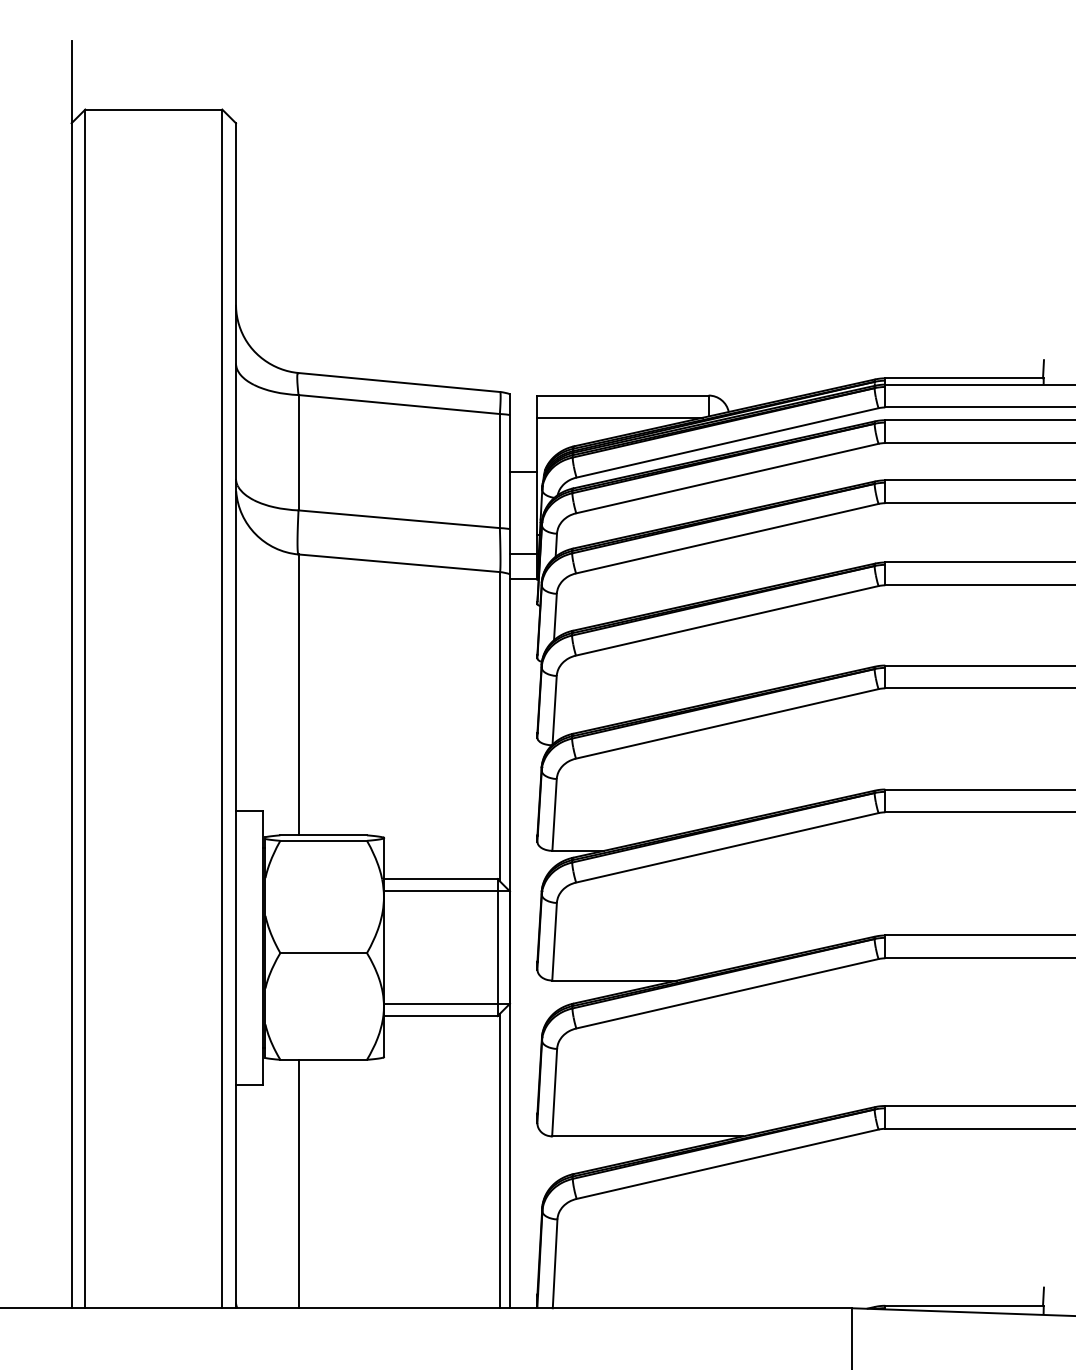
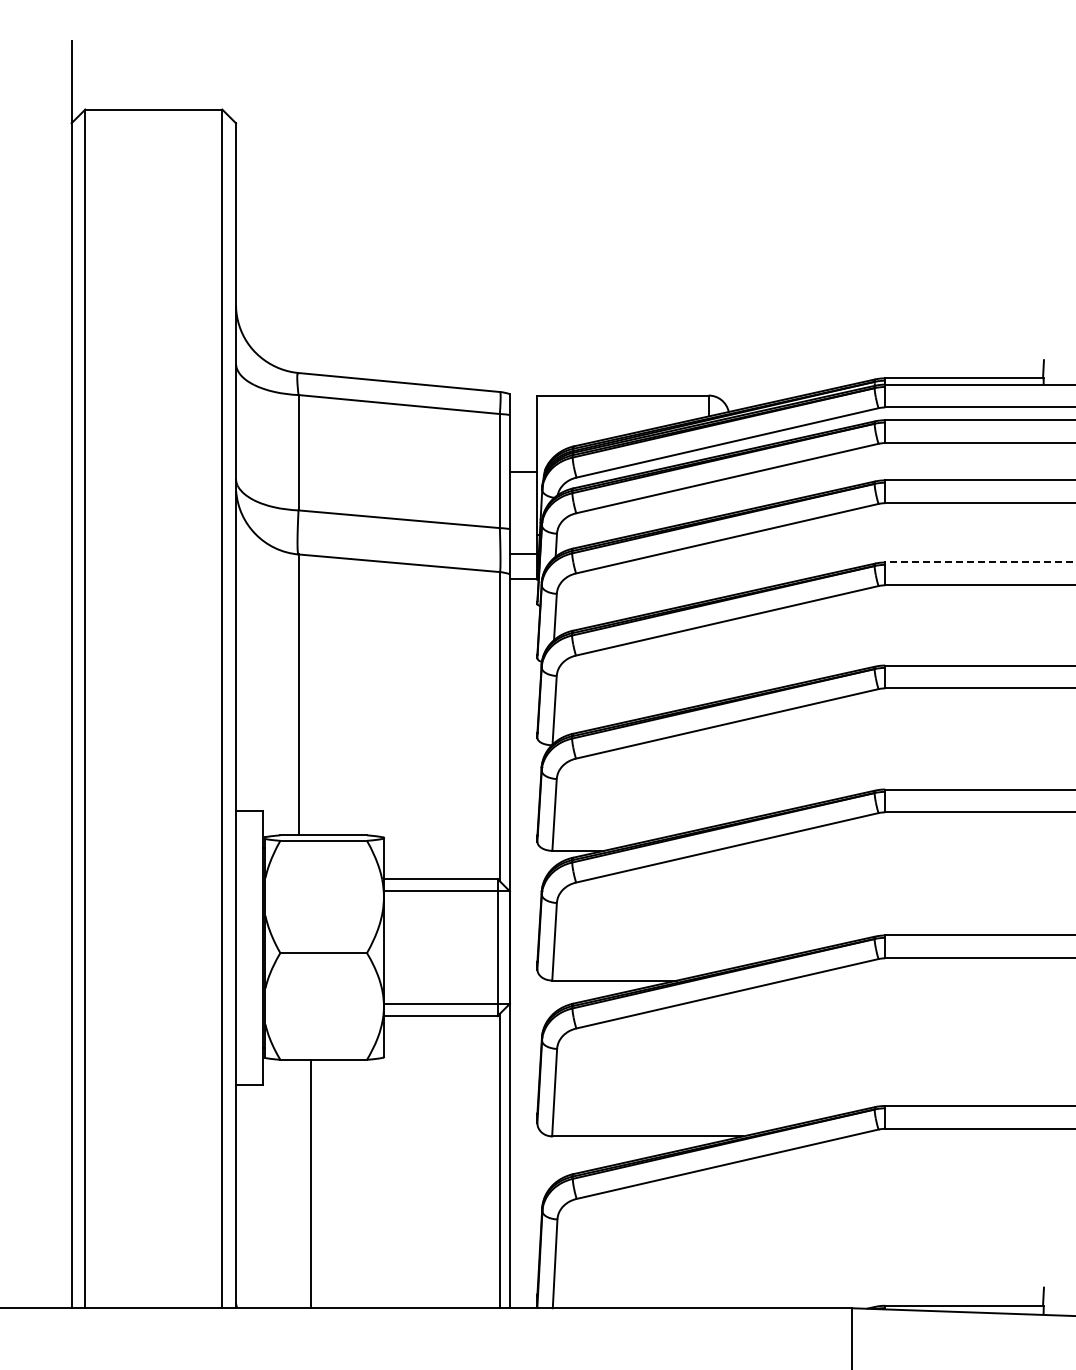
line at (620, 417): present -> none
line at (980, 562): solid -> dashed
line at (298, 1183) position: (298, 1183) -> (310, 1183)
